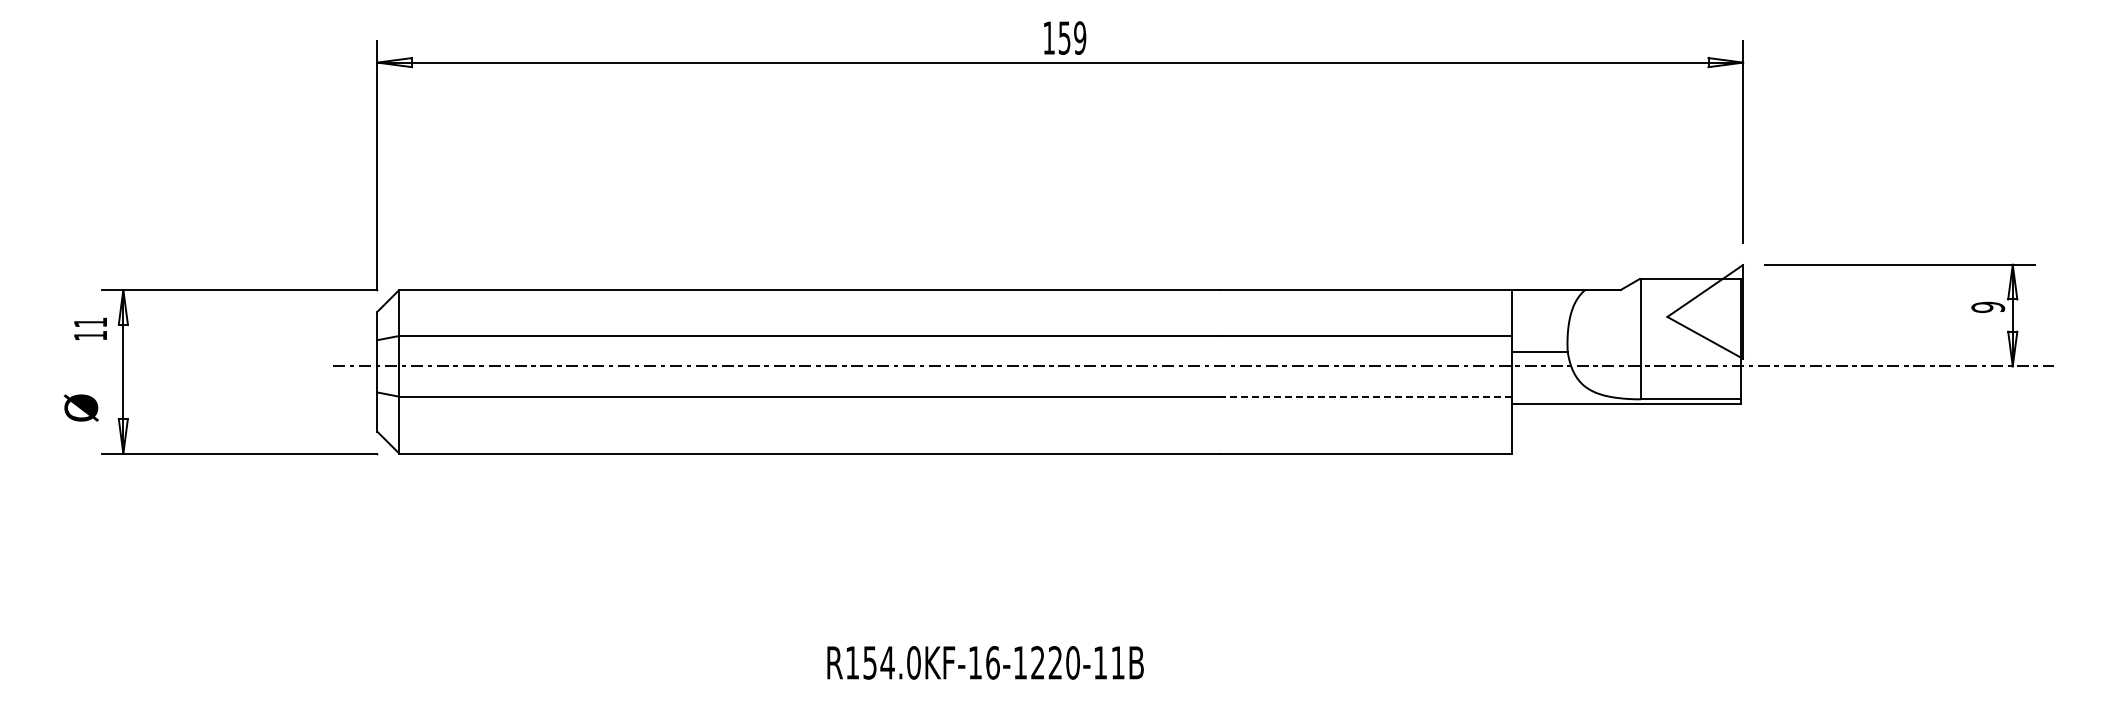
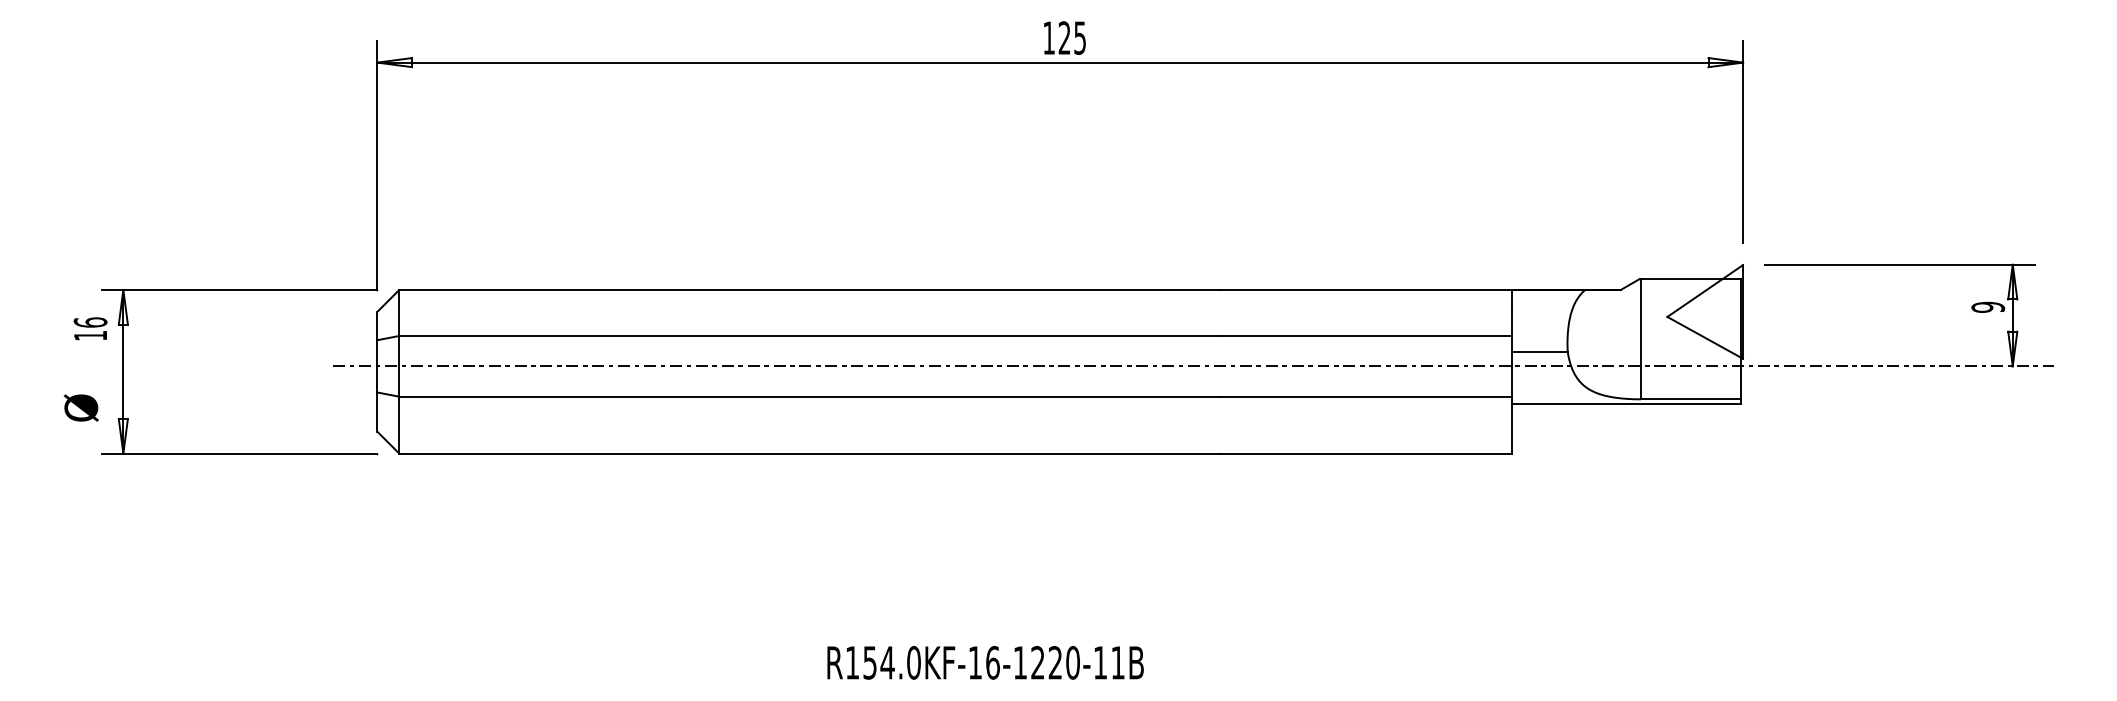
text at (1072, 37): 159 -> 125
text at (90, 322): 11 -> 16
line at (1365, 396): dashed -> solid
